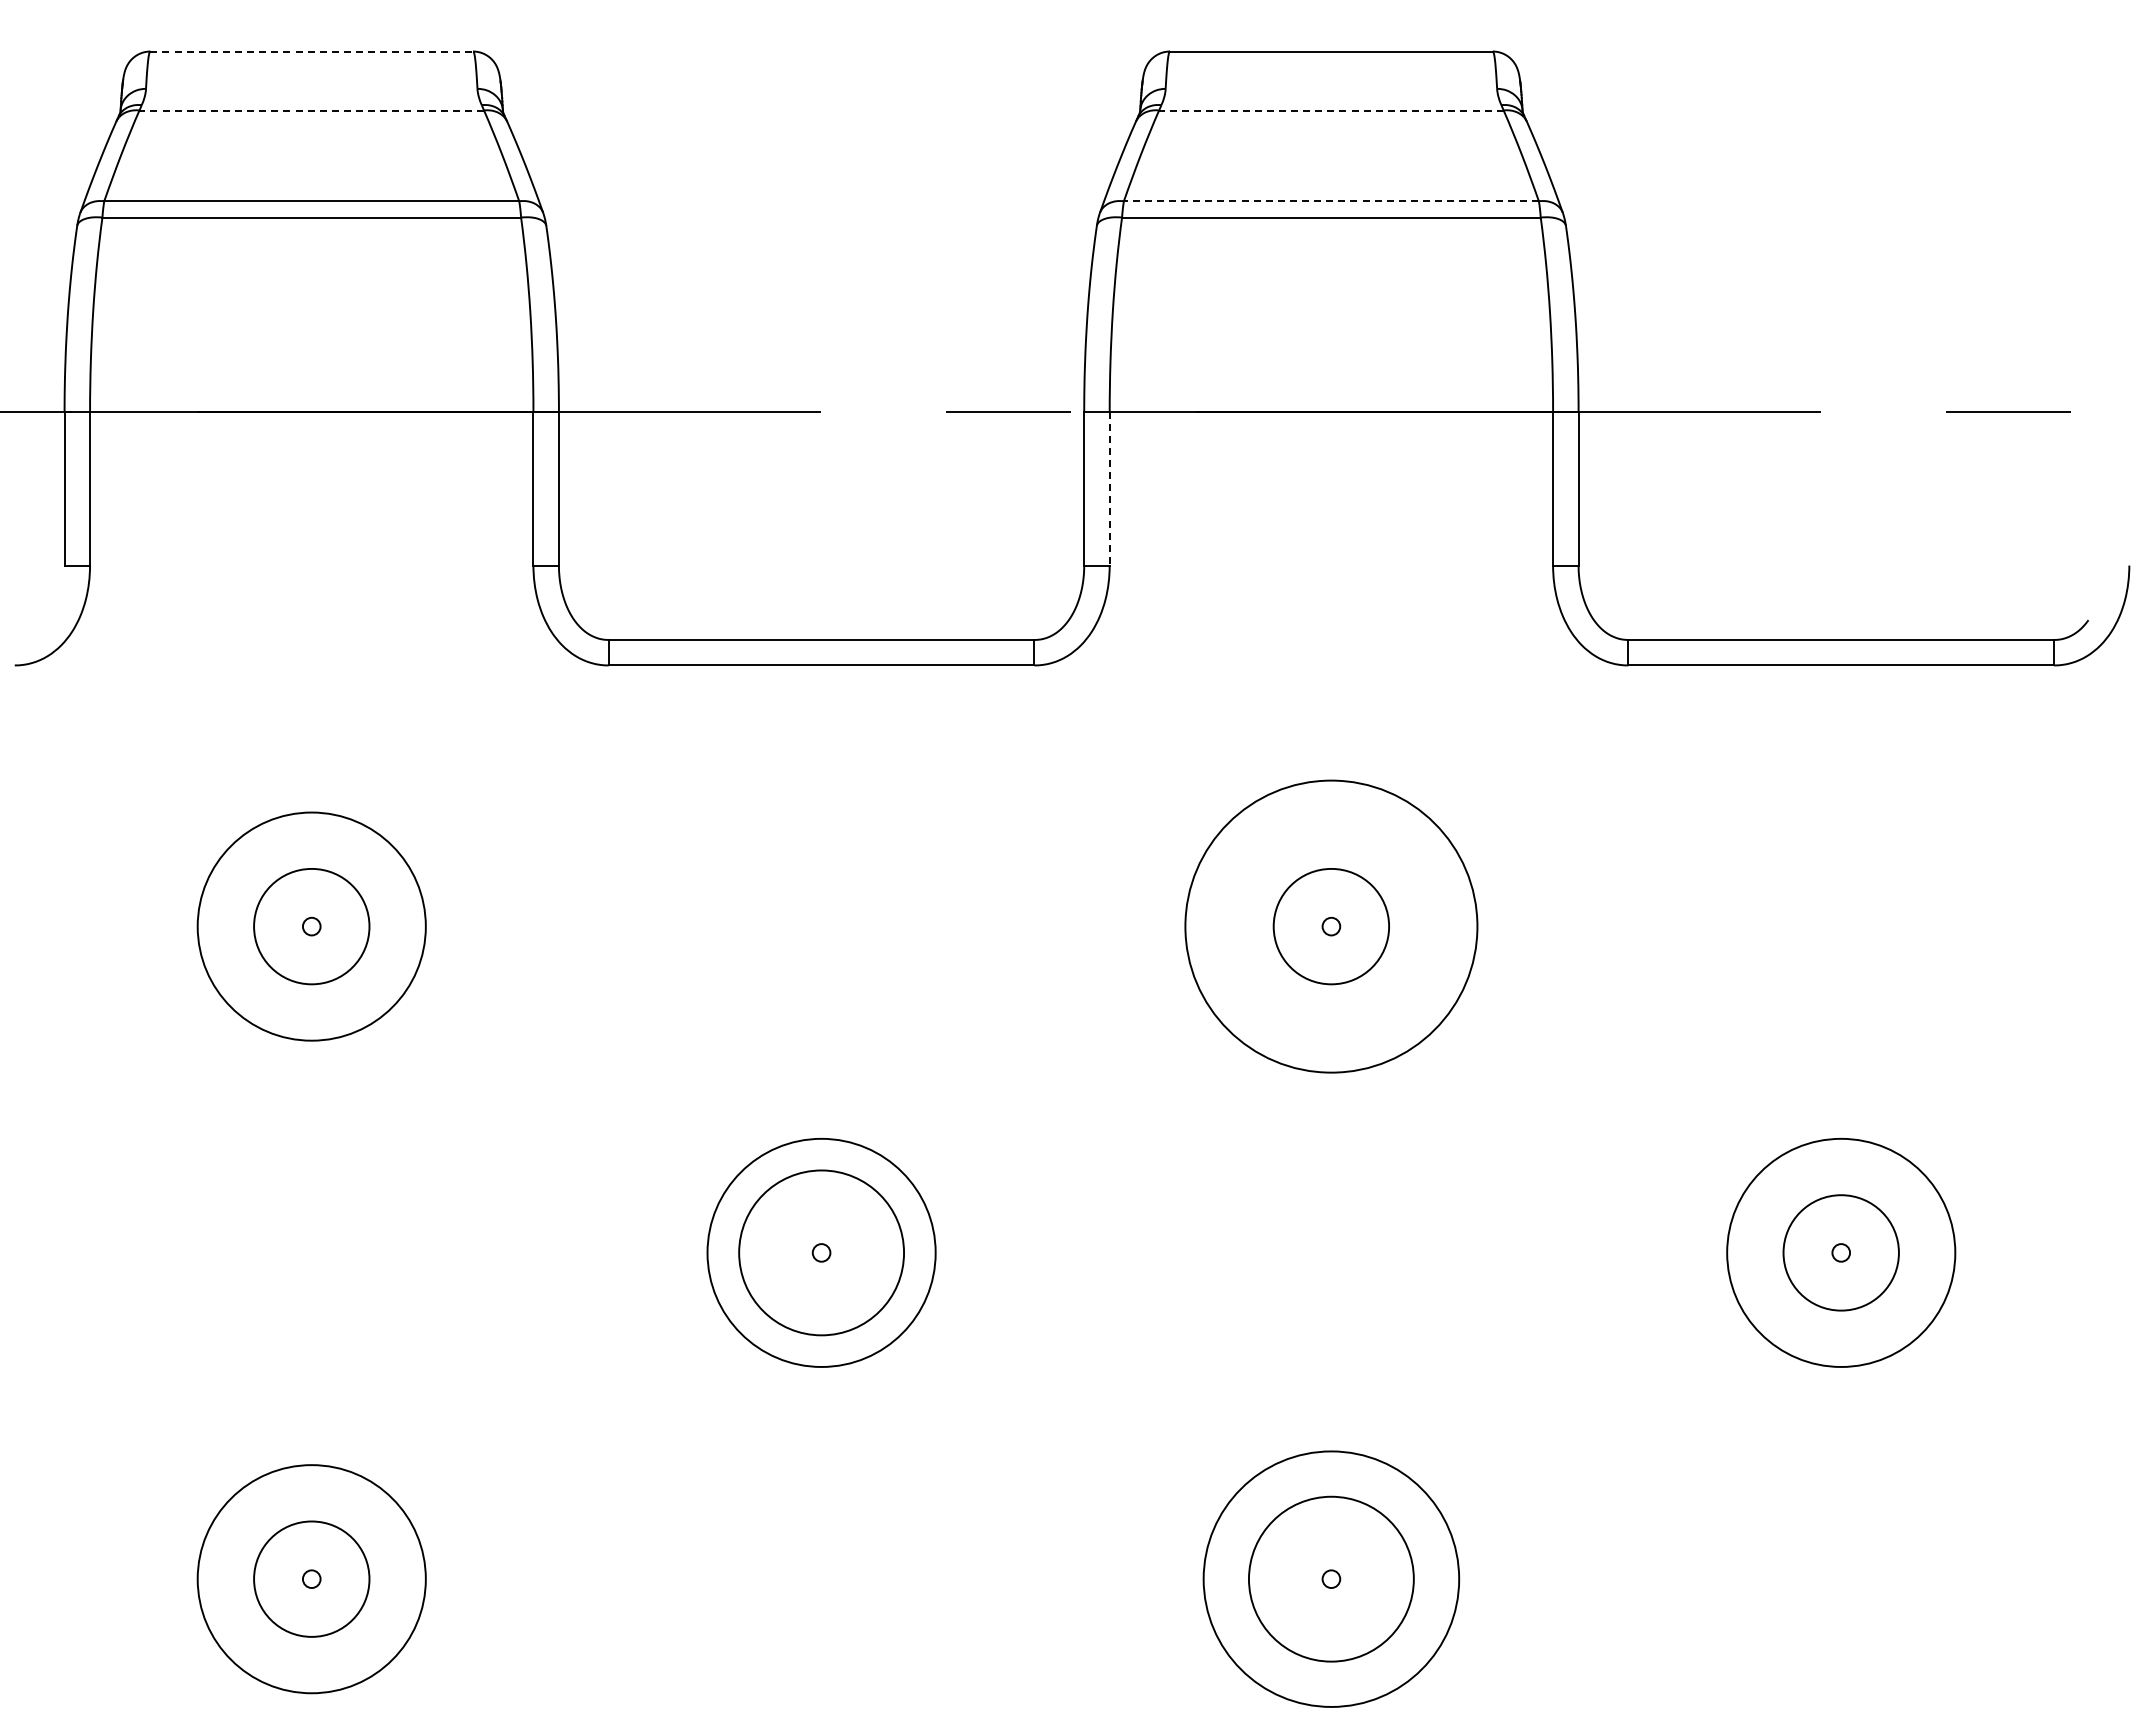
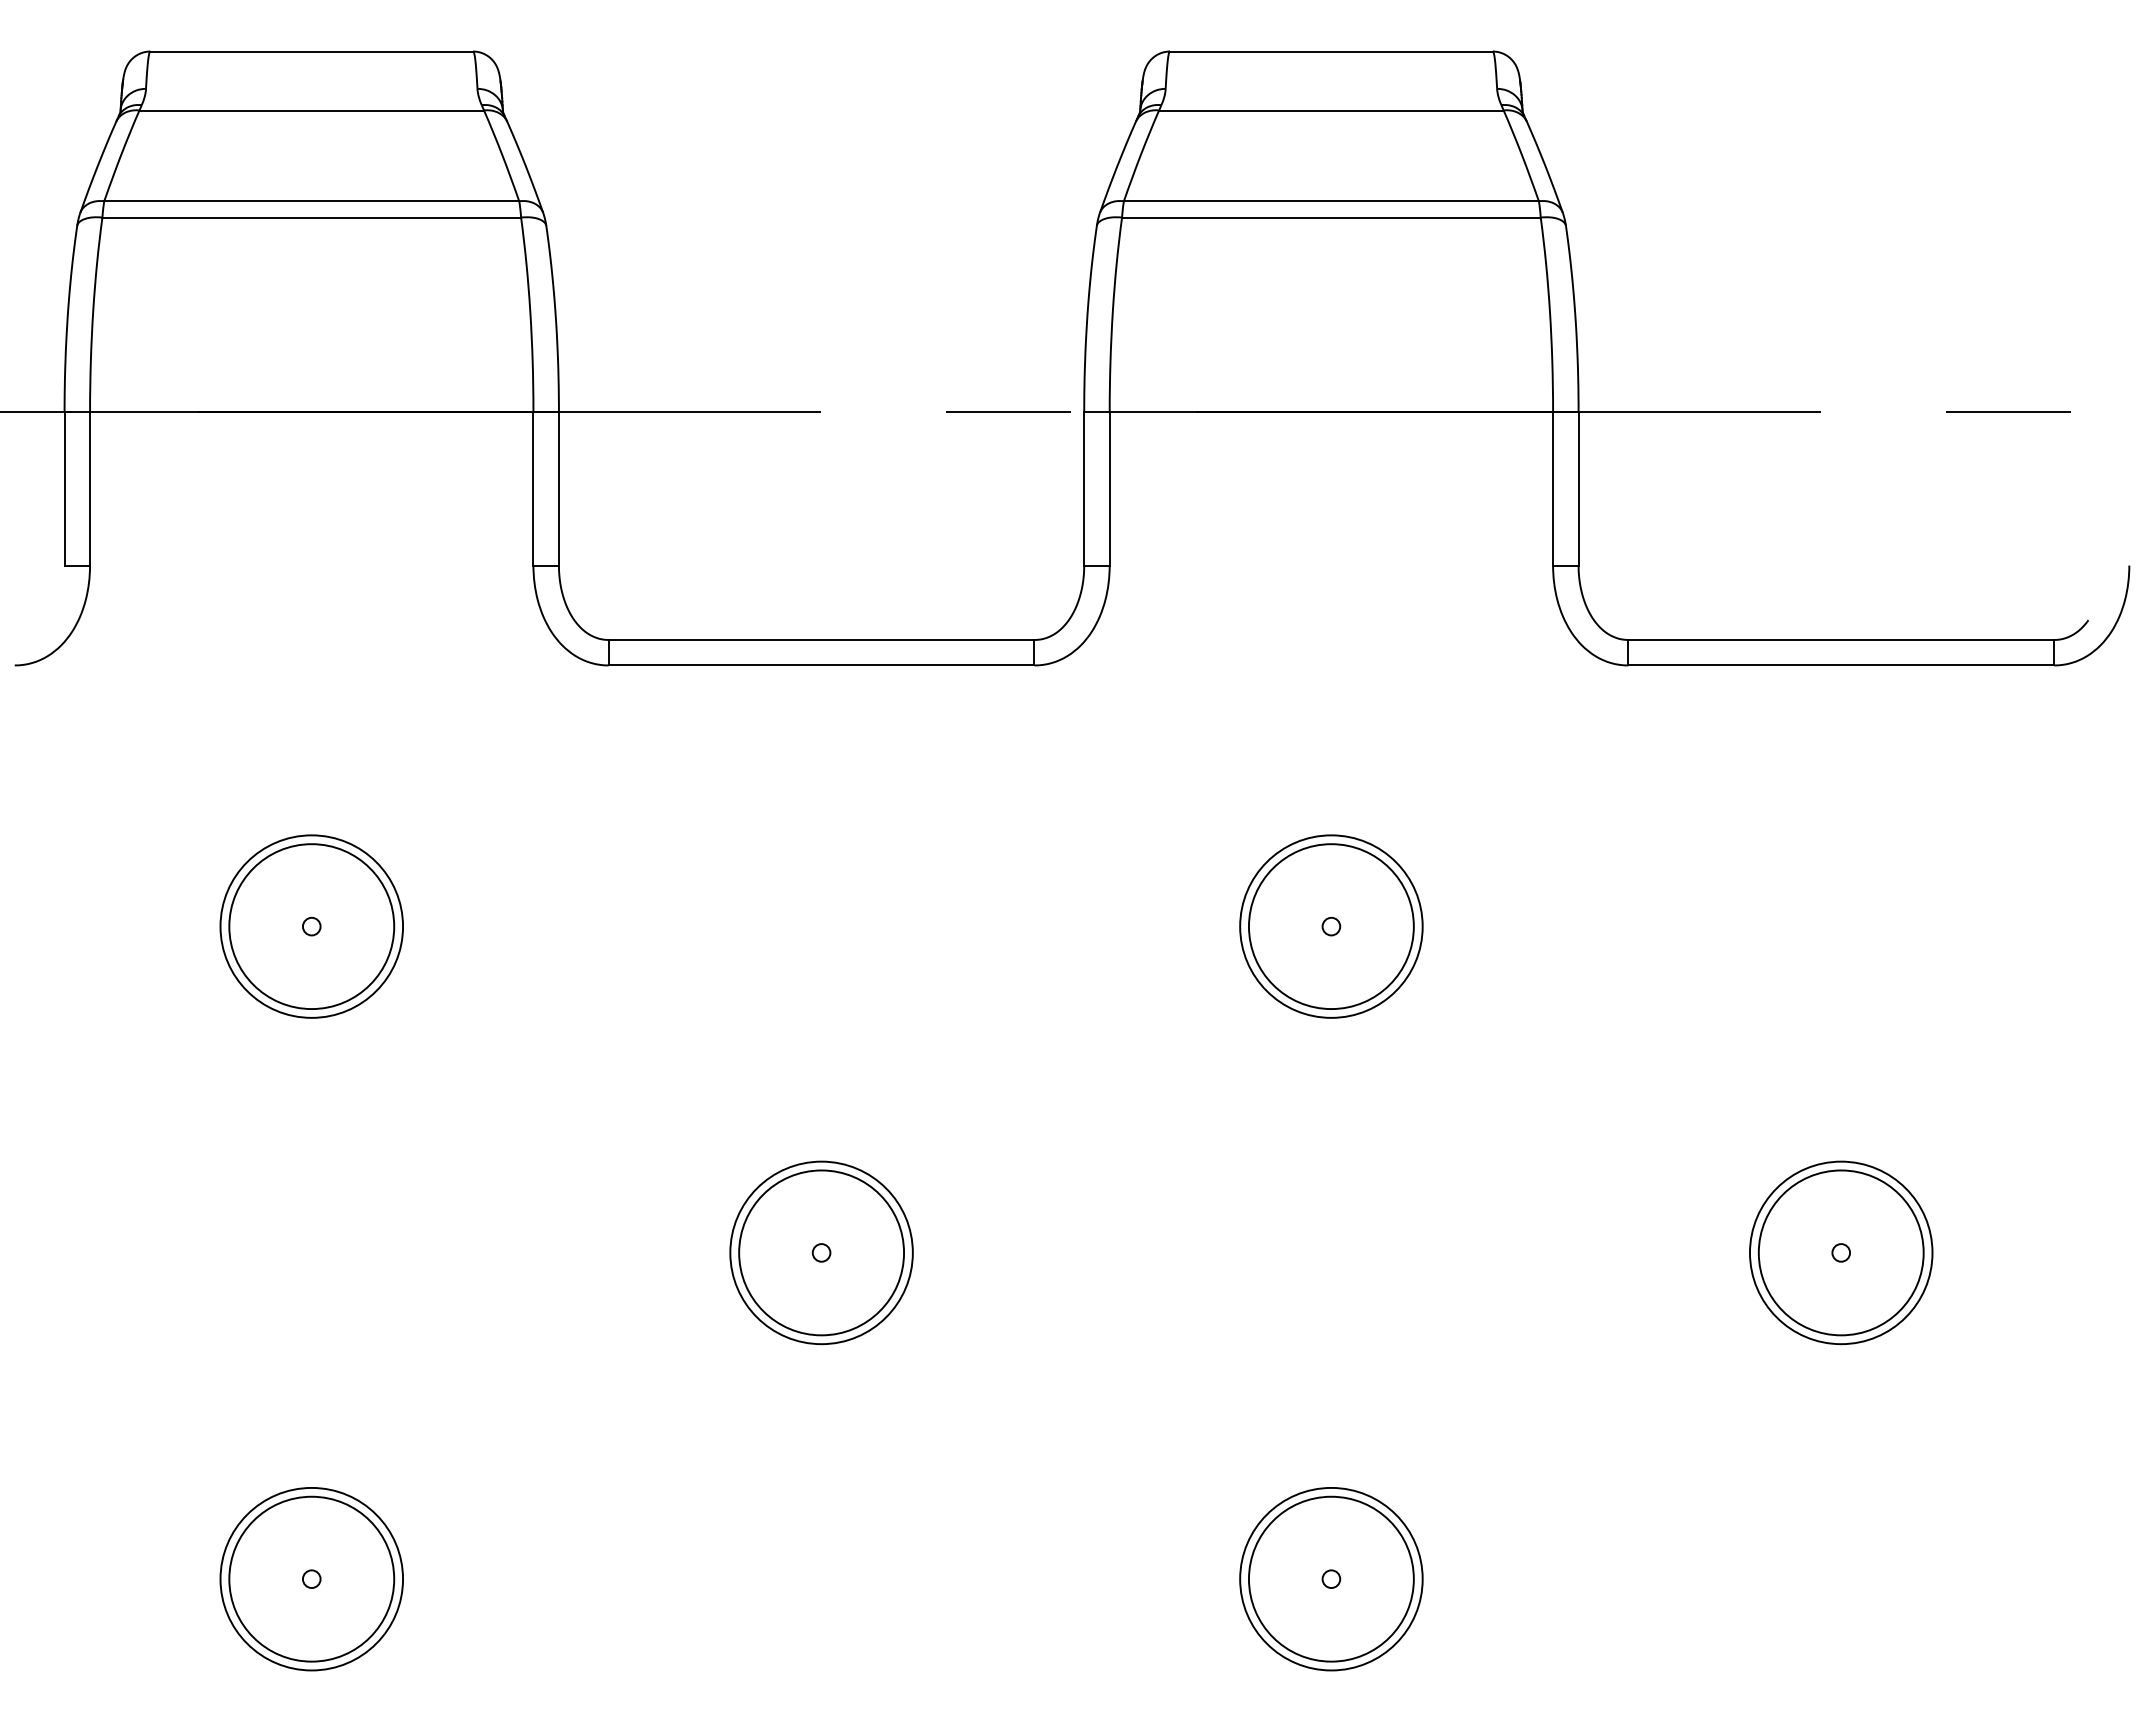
line at (312, 51): dashed -> solid
line at (311, 110): dashed -> solid
line at (1330, 110): dashed -> solid
line at (1330, 201): dashed -> solid
line at (1109, 488): dashed -> solid
circle at (311, 926) diameter: 115 px -> 165 px
circle at (311, 926) diameter: 228 px -> 183 px
circle at (1331, 926) diameter: 115 px -> 165 px
circle at (1331, 926) diameter: 292 px -> 183 px
circle at (821, 1252) diameter: 228 px -> 183 px
circle at (1840, 1252) diameter: 115 px -> 165 px
circle at (1841, 1252) diameter: 228 px -> 183 px
circle at (311, 1578) diameter: 115 px -> 165 px
circle at (1331, 1578) diameter: 256 px -> 183 px
circle at (311, 1579) diameter: 228 px -> 183 px
